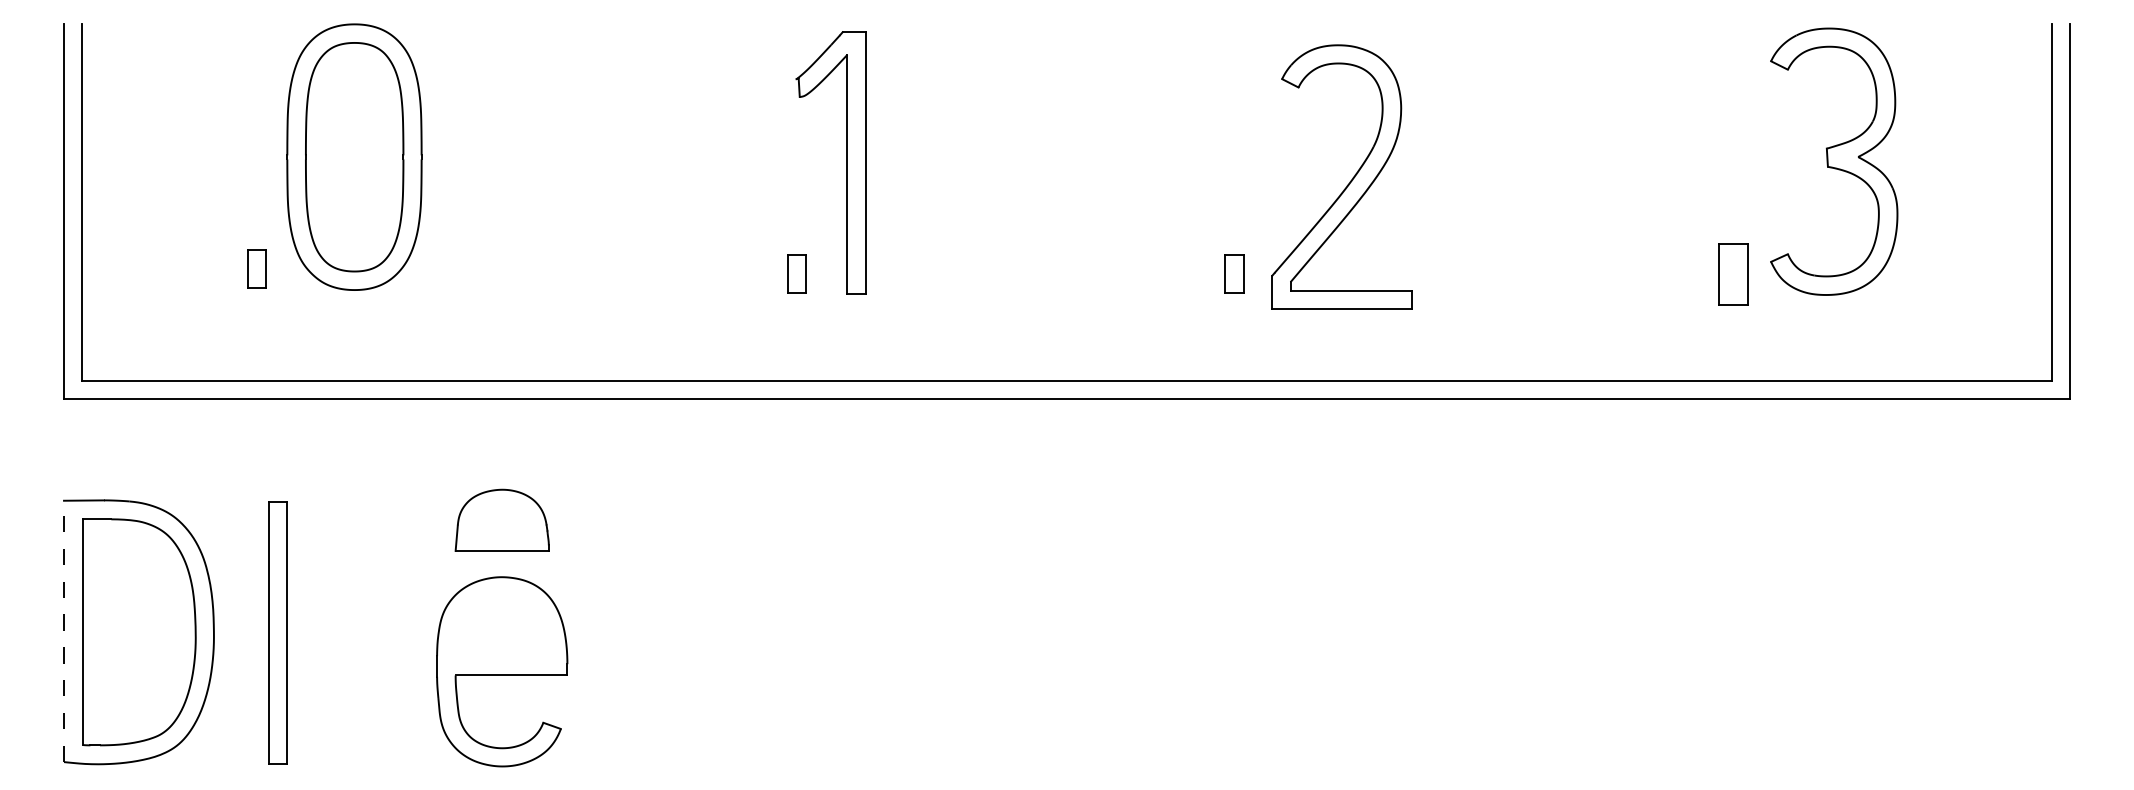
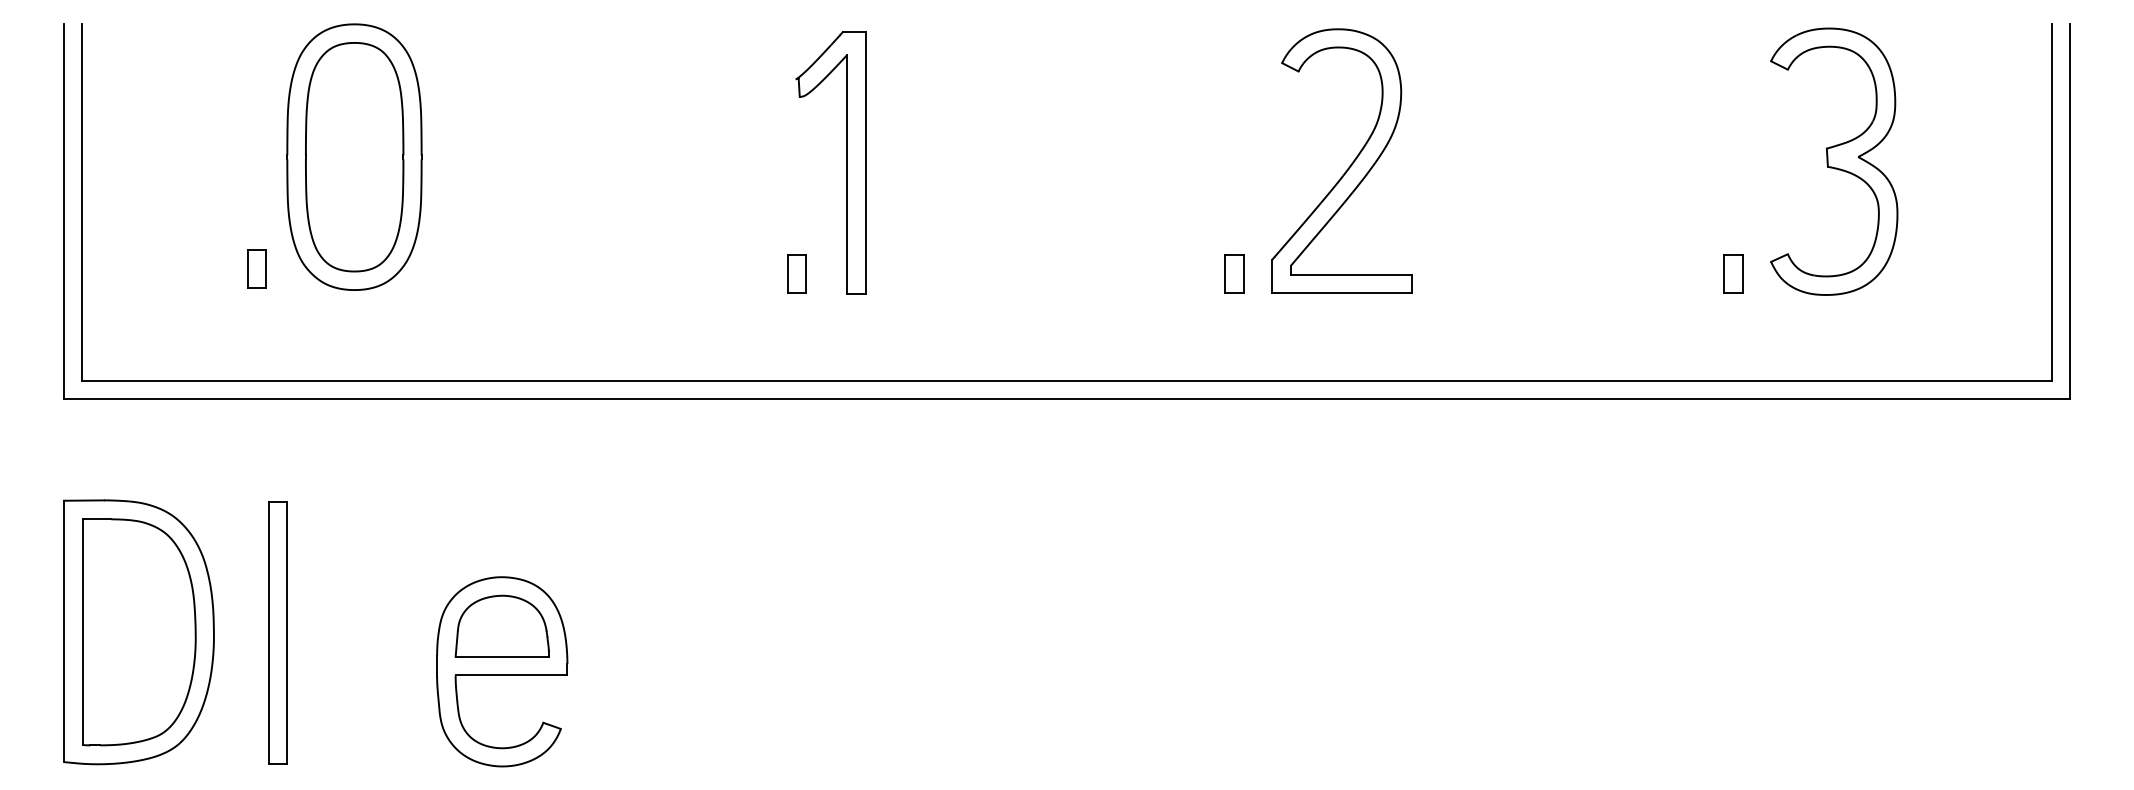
part at (1349, 181) position: (1349, 181) -> (1349, 165)
part at (1733, 274) size: 31x63 px -> 21x40 px
part at (501, 519) position: (501, 519) -> (501, 625)
line at (64, 631): dashed -> solid
